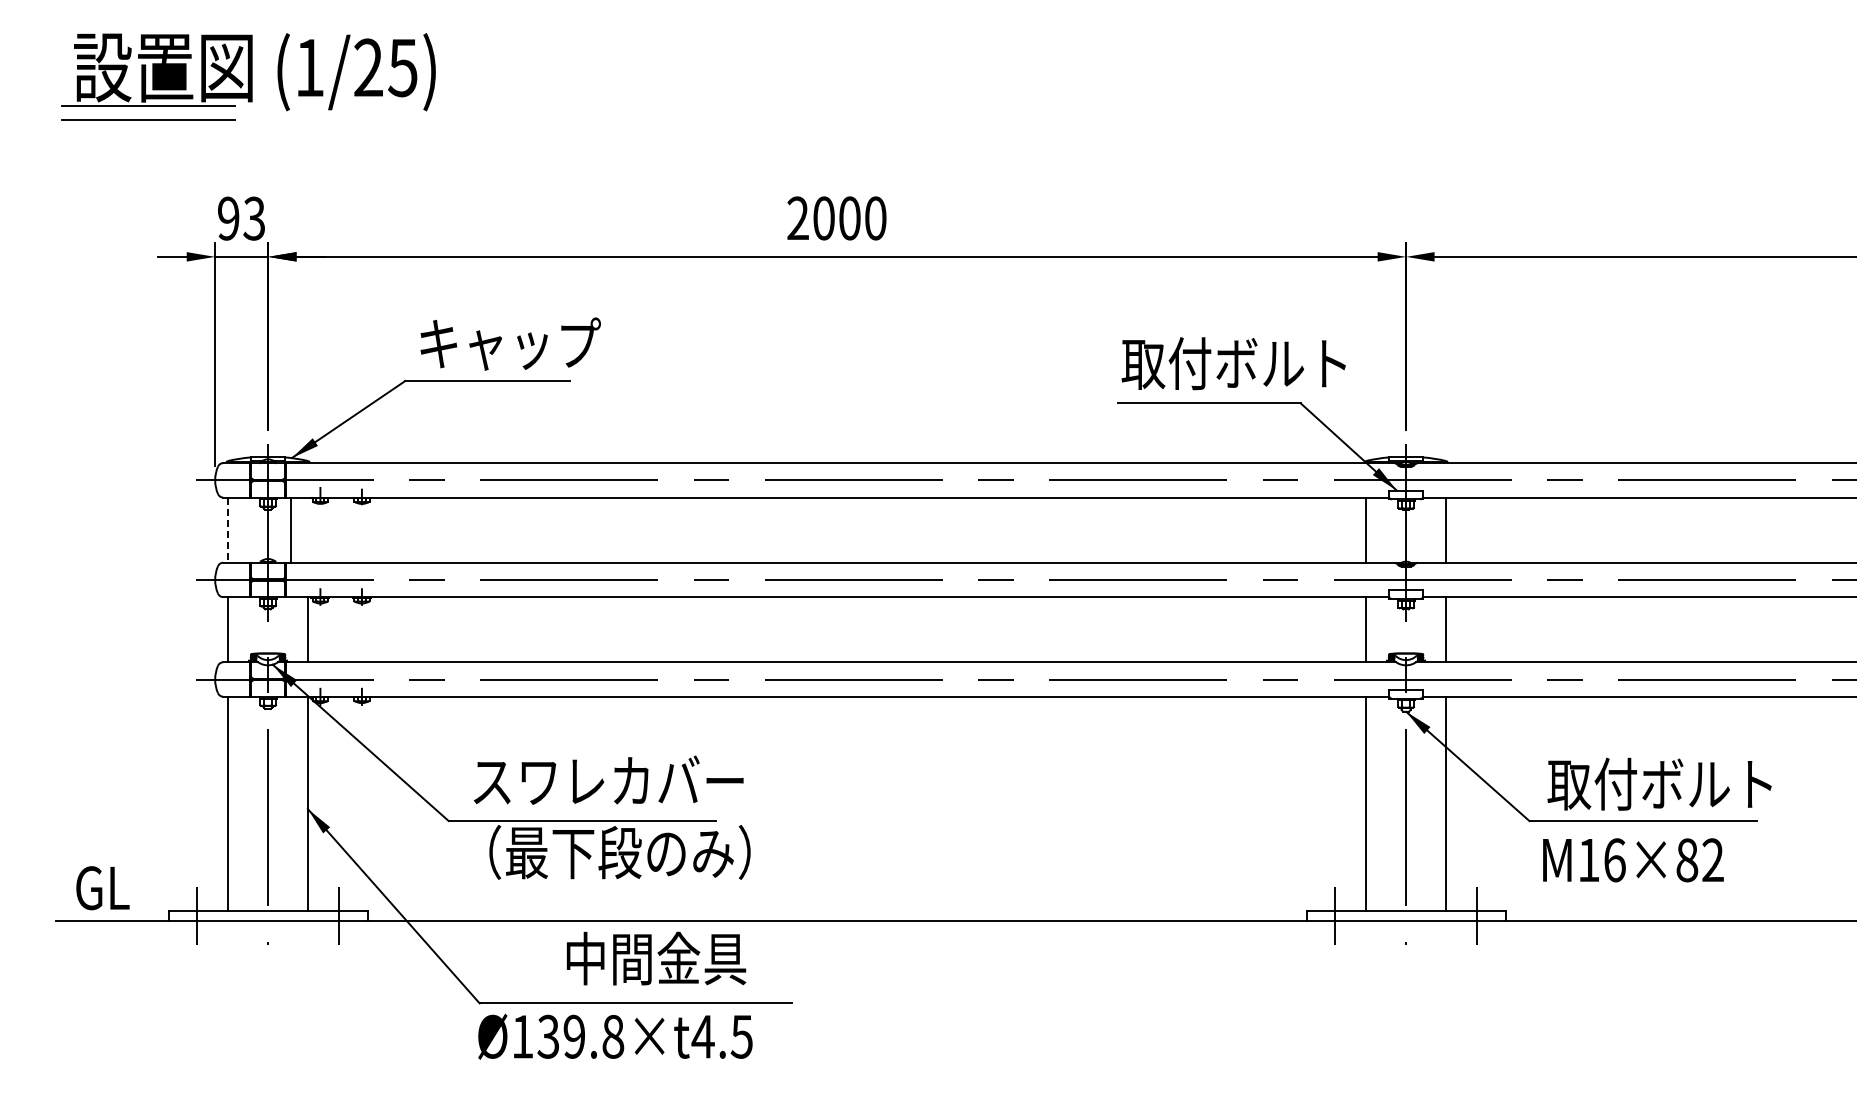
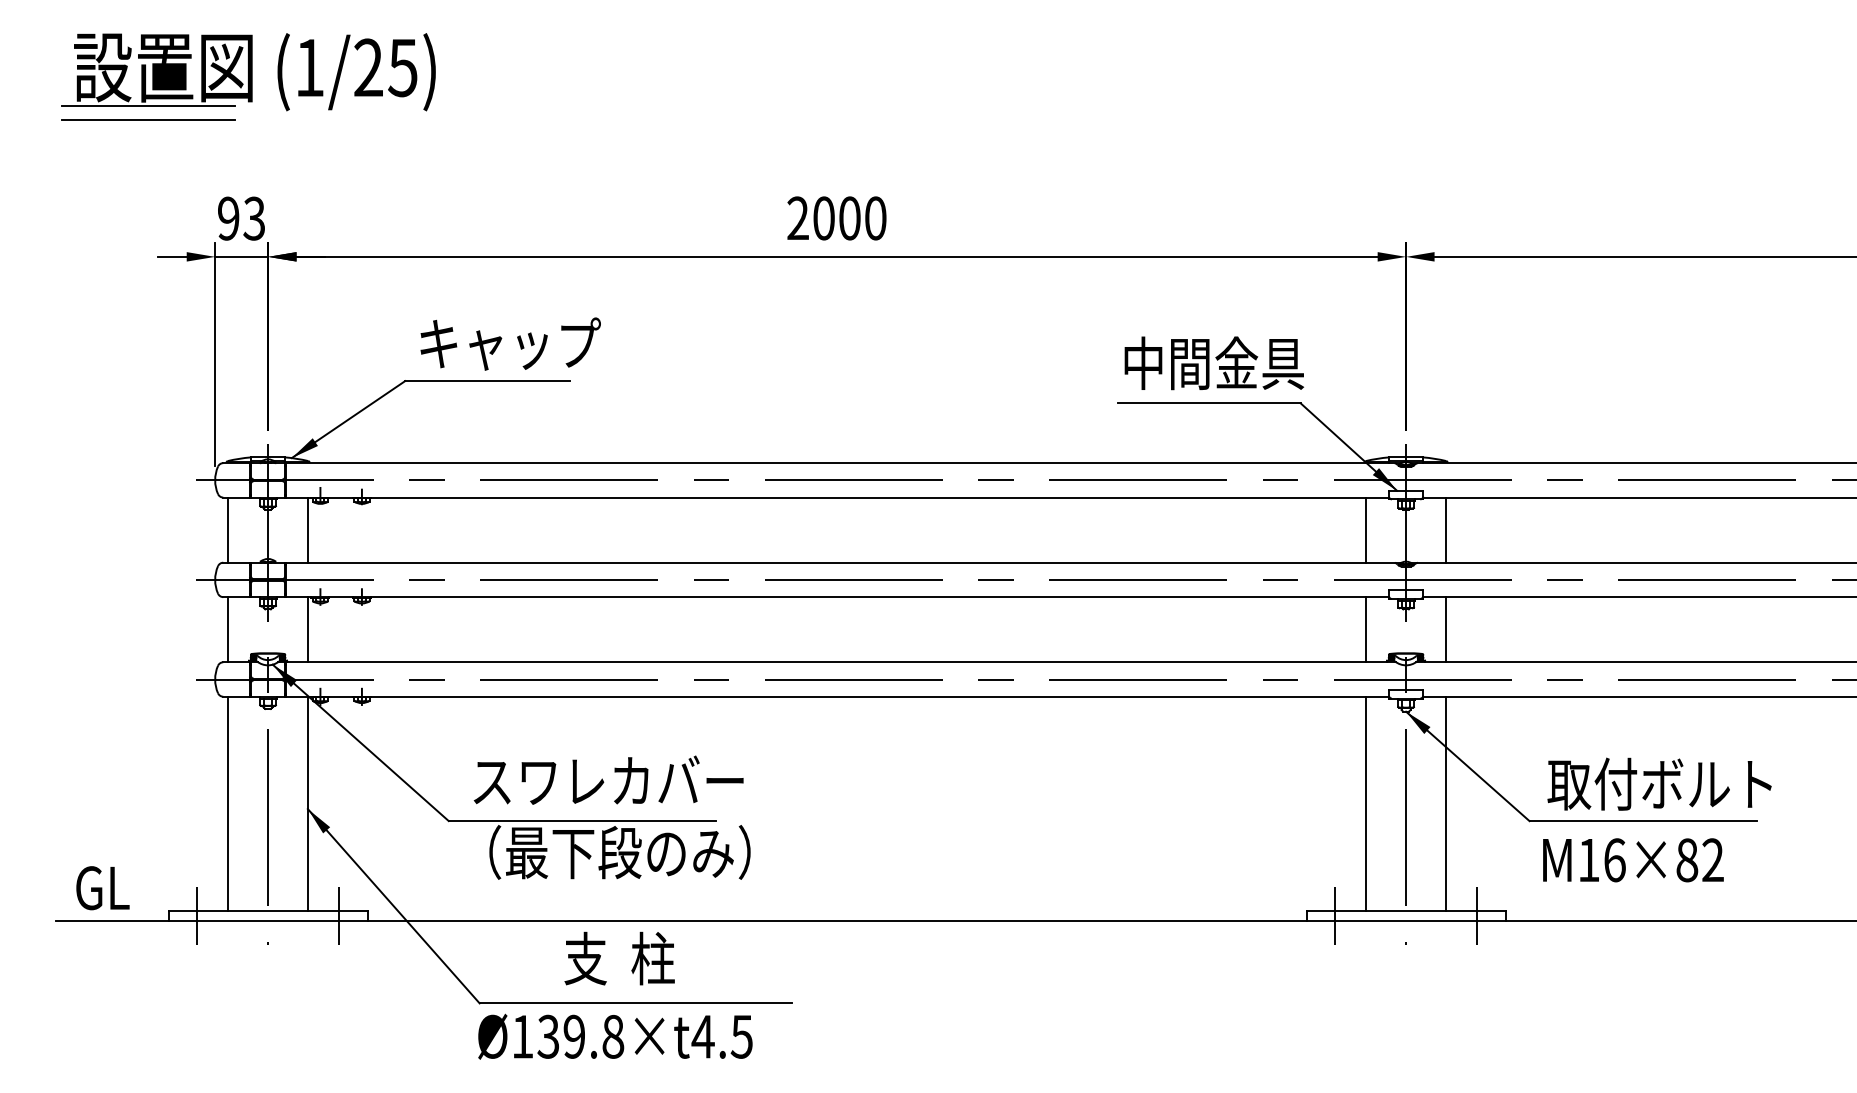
text at (1233, 363): 取付ボルト -> 中間金具
line at (290, 529) position: (290, 529) -> (307, 529)
line at (228, 530): dashed -> solid
text at (655, 958): 中間金具 -> 支  柱
